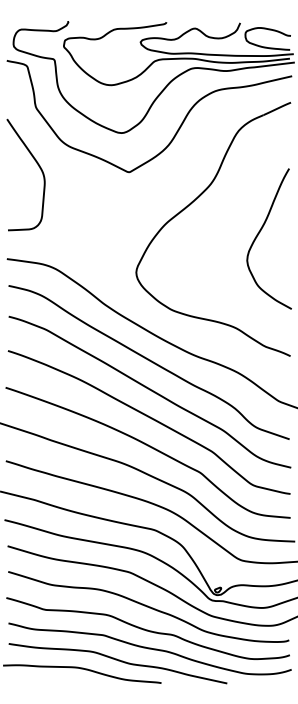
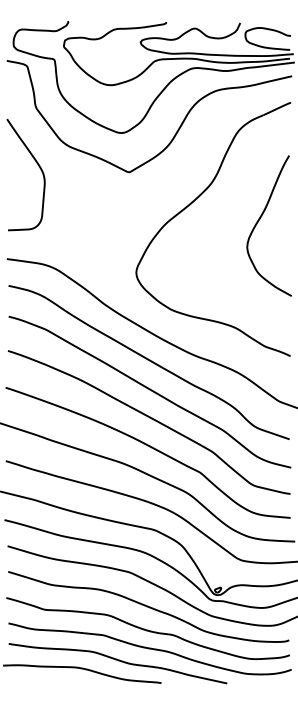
curve at (260, 232) position: (260, 232) -> (260, 219)
